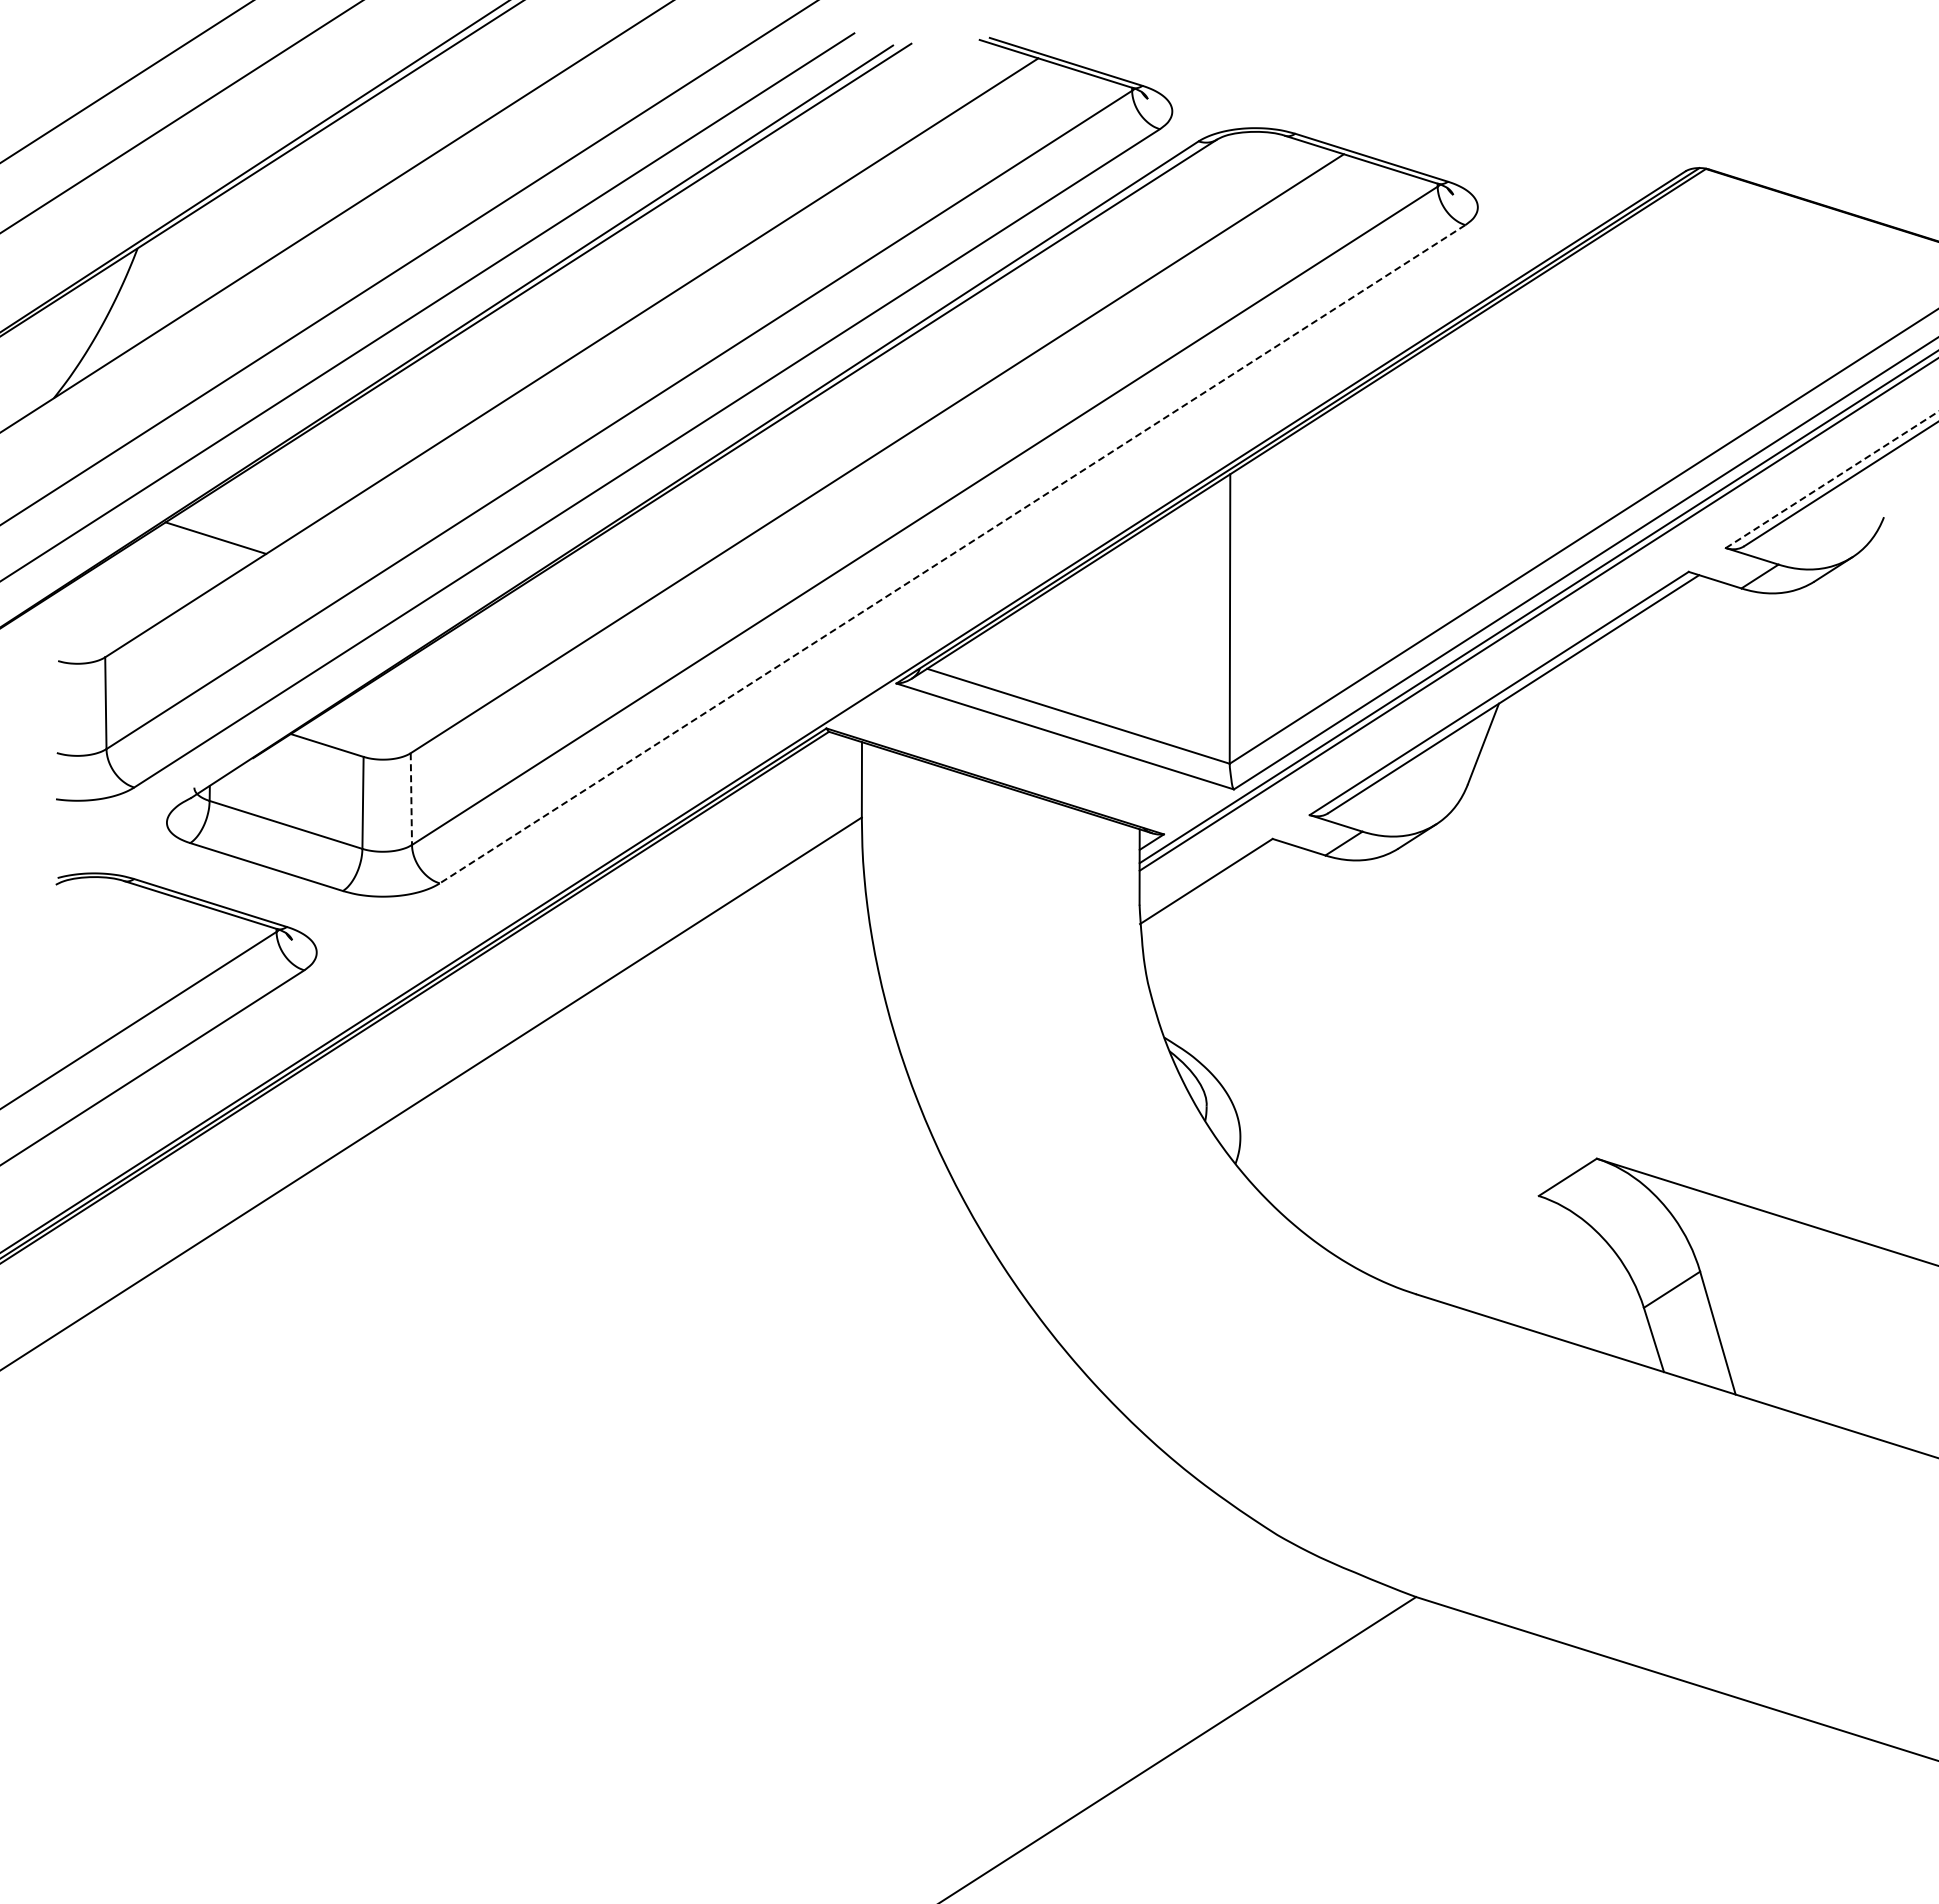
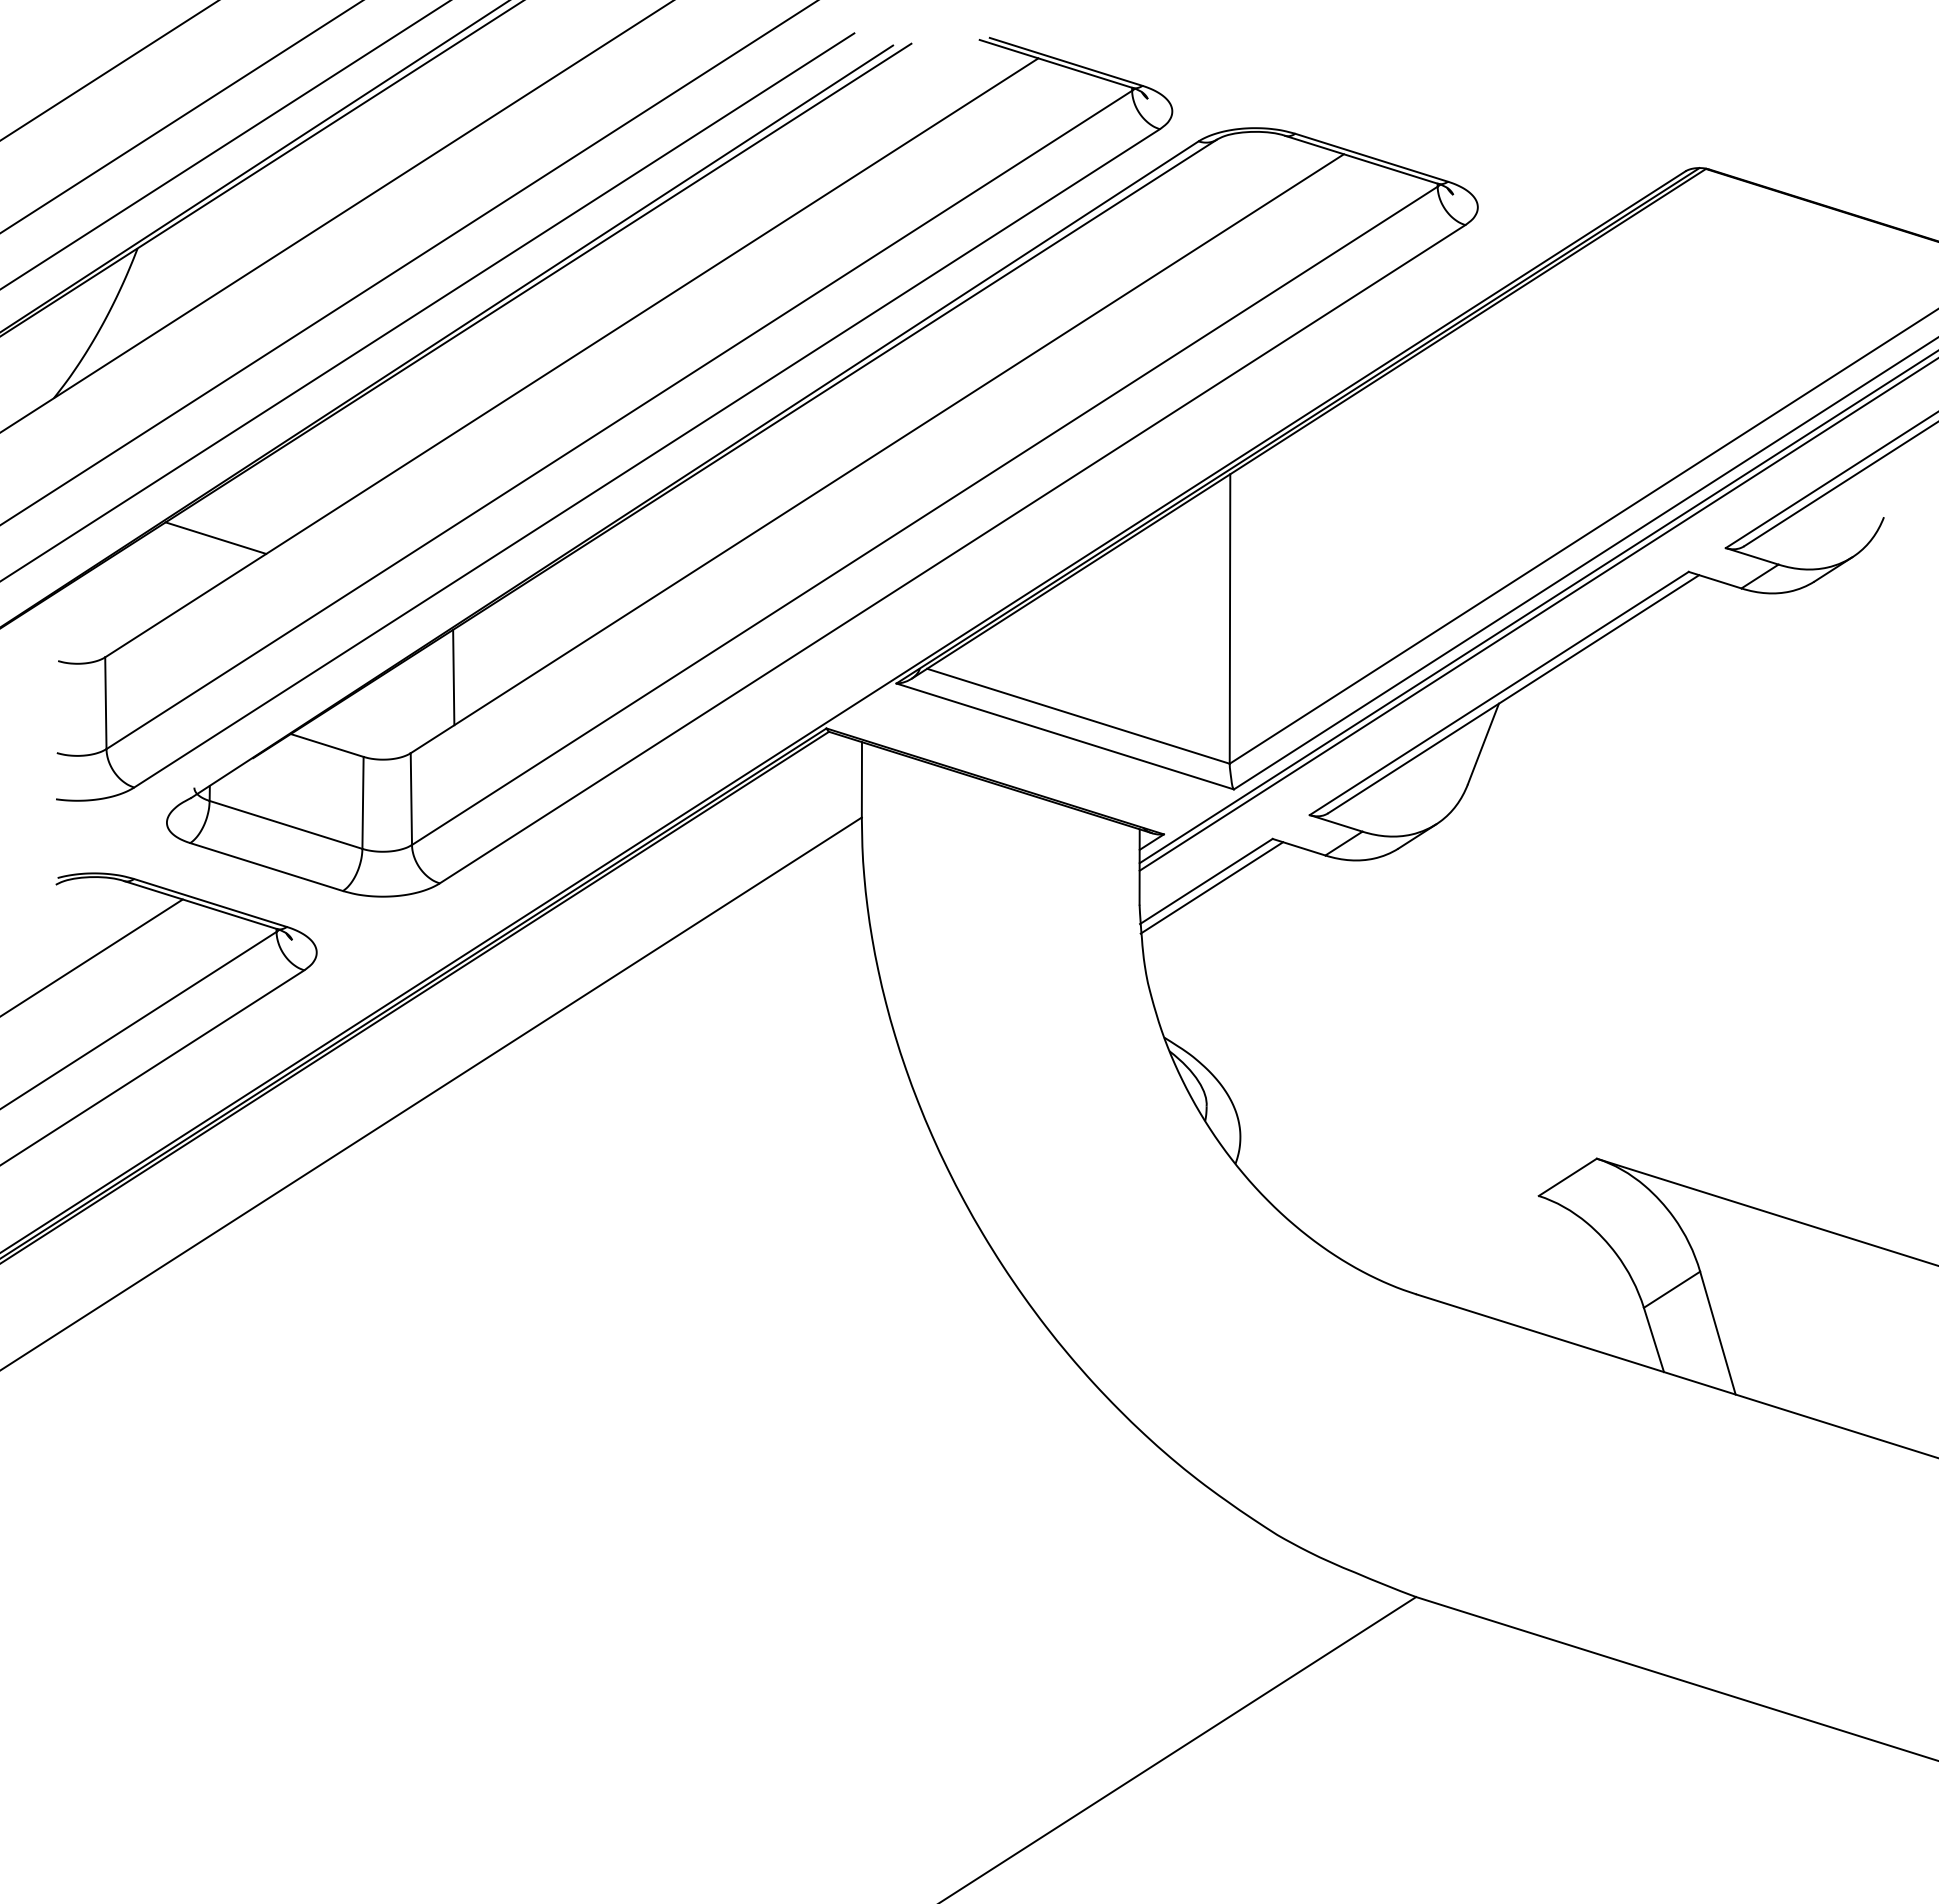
line at (126, 81) position: (126, 81) -> (108, 70)
line at (224, 145): none -> present
line at (1832, 479): dashed -> solid
line at (952, 554): dashed -> solid
line at (453, 677): none -> present
line at (411, 799): dashed -> solid
line at (1211, 887): none -> present
line at (92, 957): none -> present
